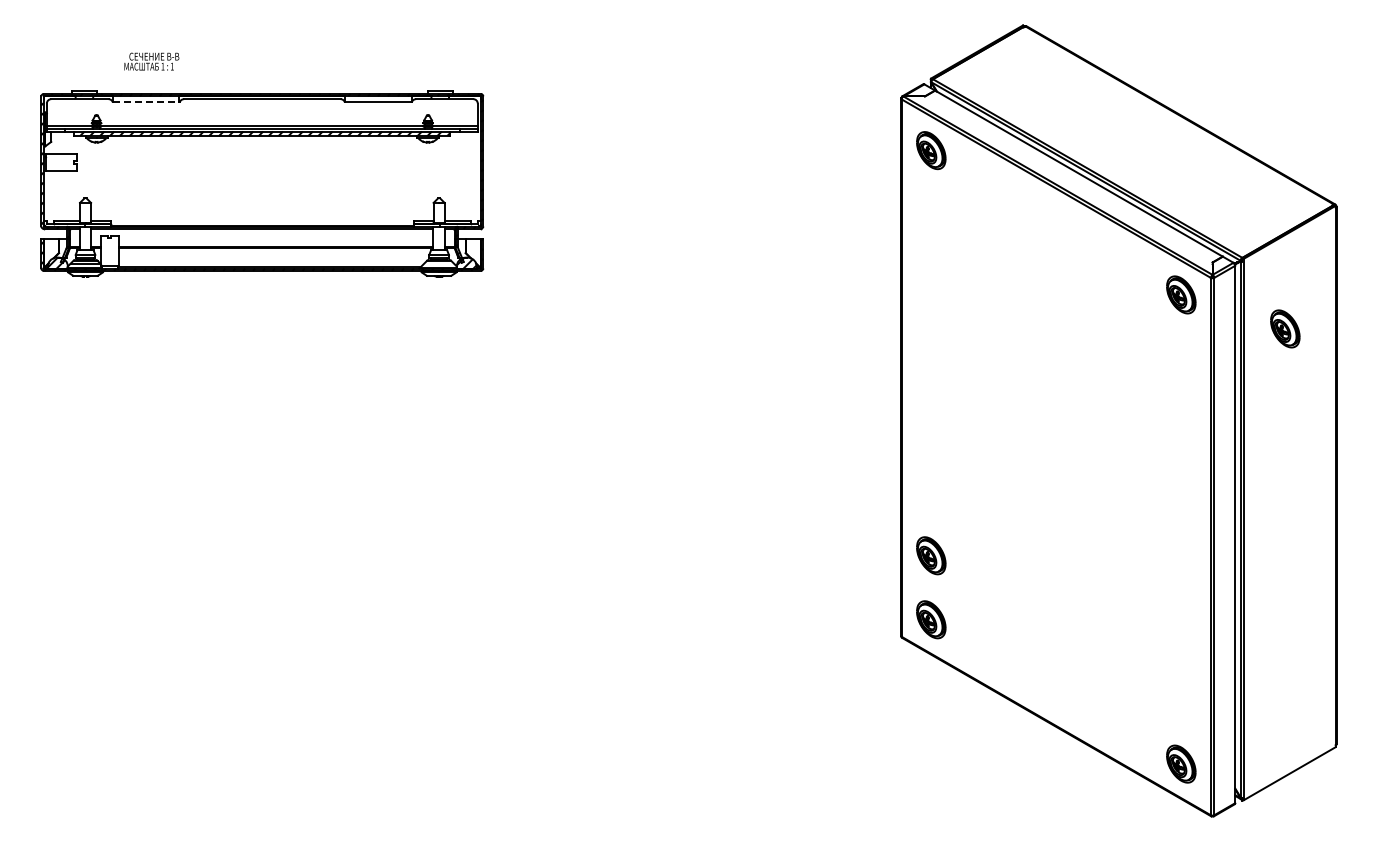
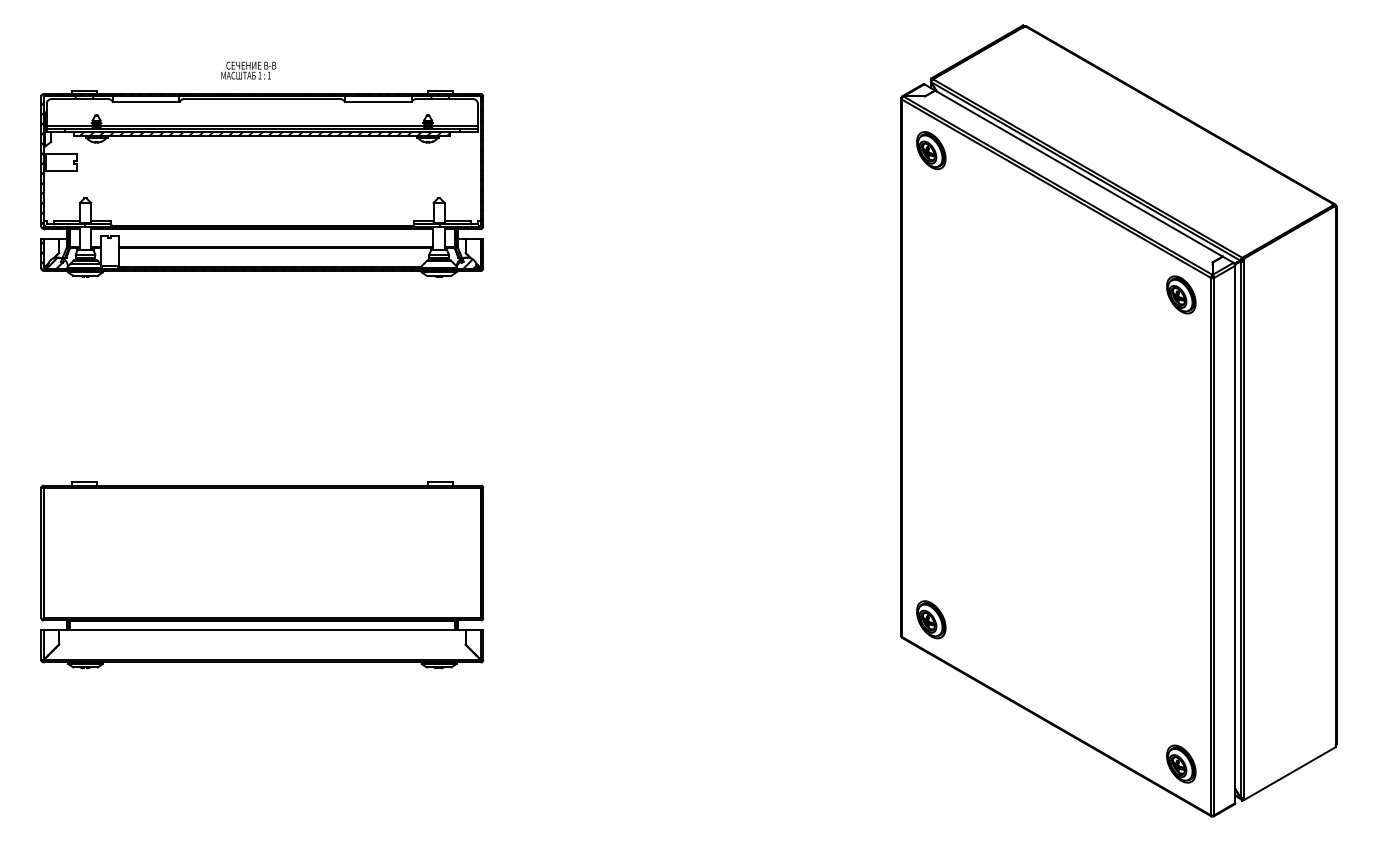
text at (151, 61) position: (151, 61) -> (248, 70)
line at (146, 102): dashed -> solid
part at (1285, 328): present -> none
part at (931, 555): present -> none
part at (262, 575): none -> present
